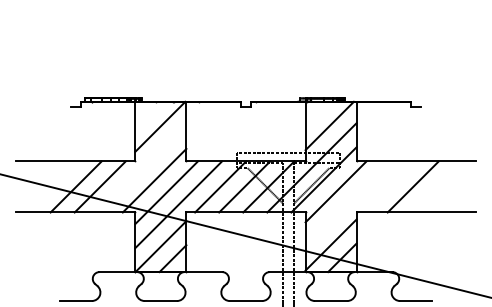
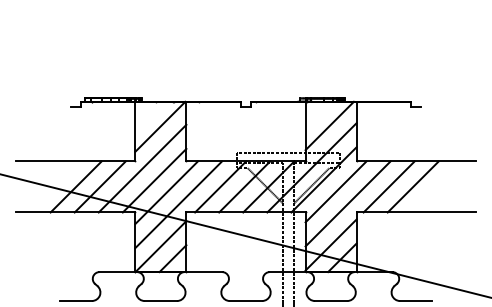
line at (142, 168): none -> present
line at (388, 186): none -> present
line at (347, 203): none -> present
